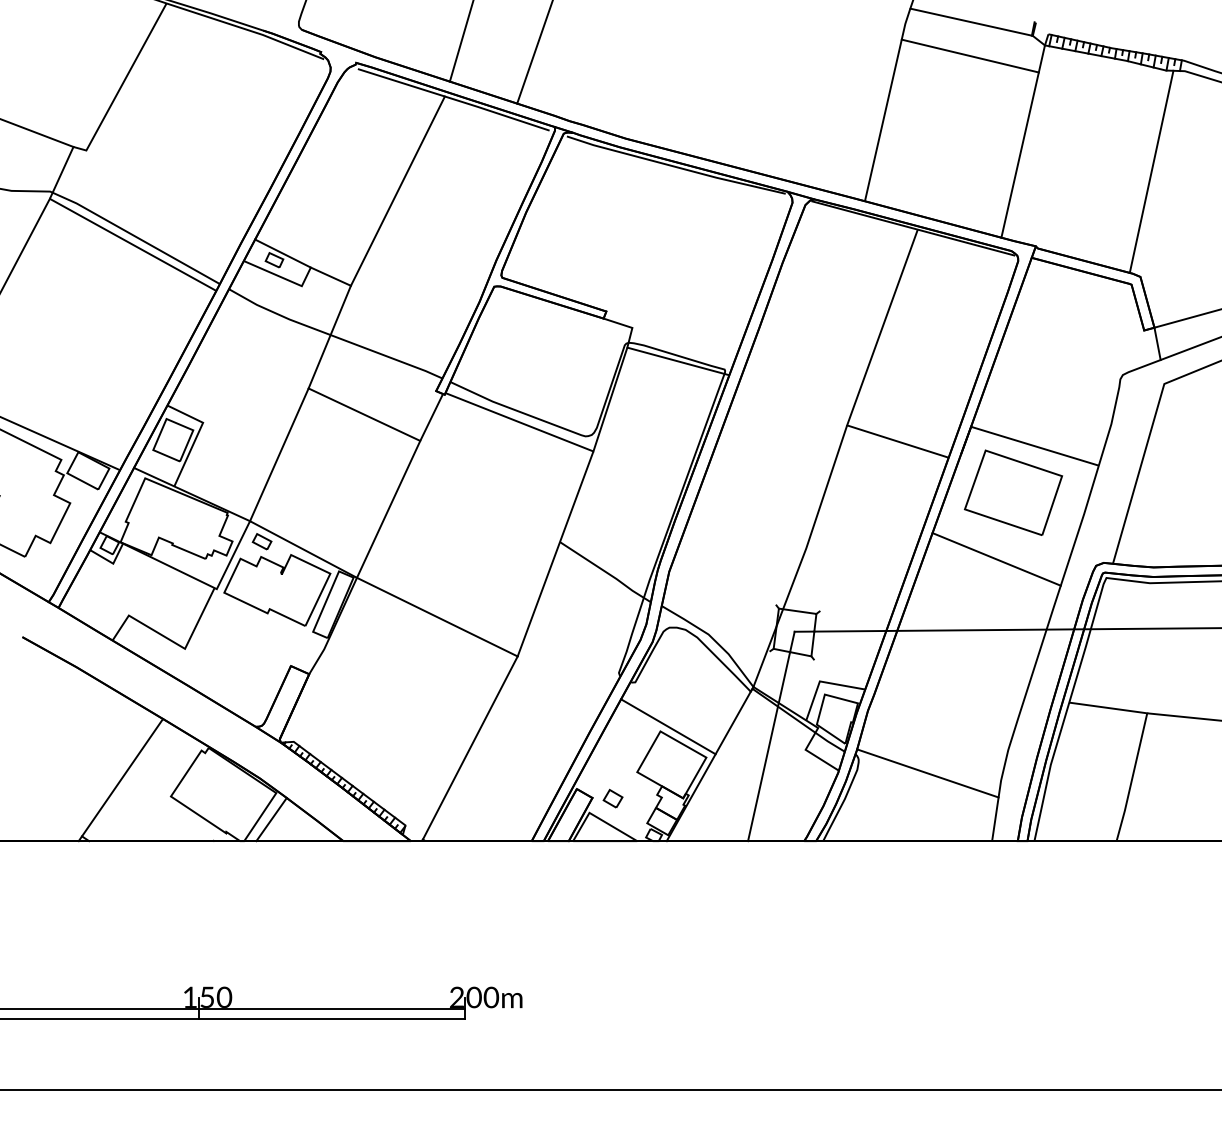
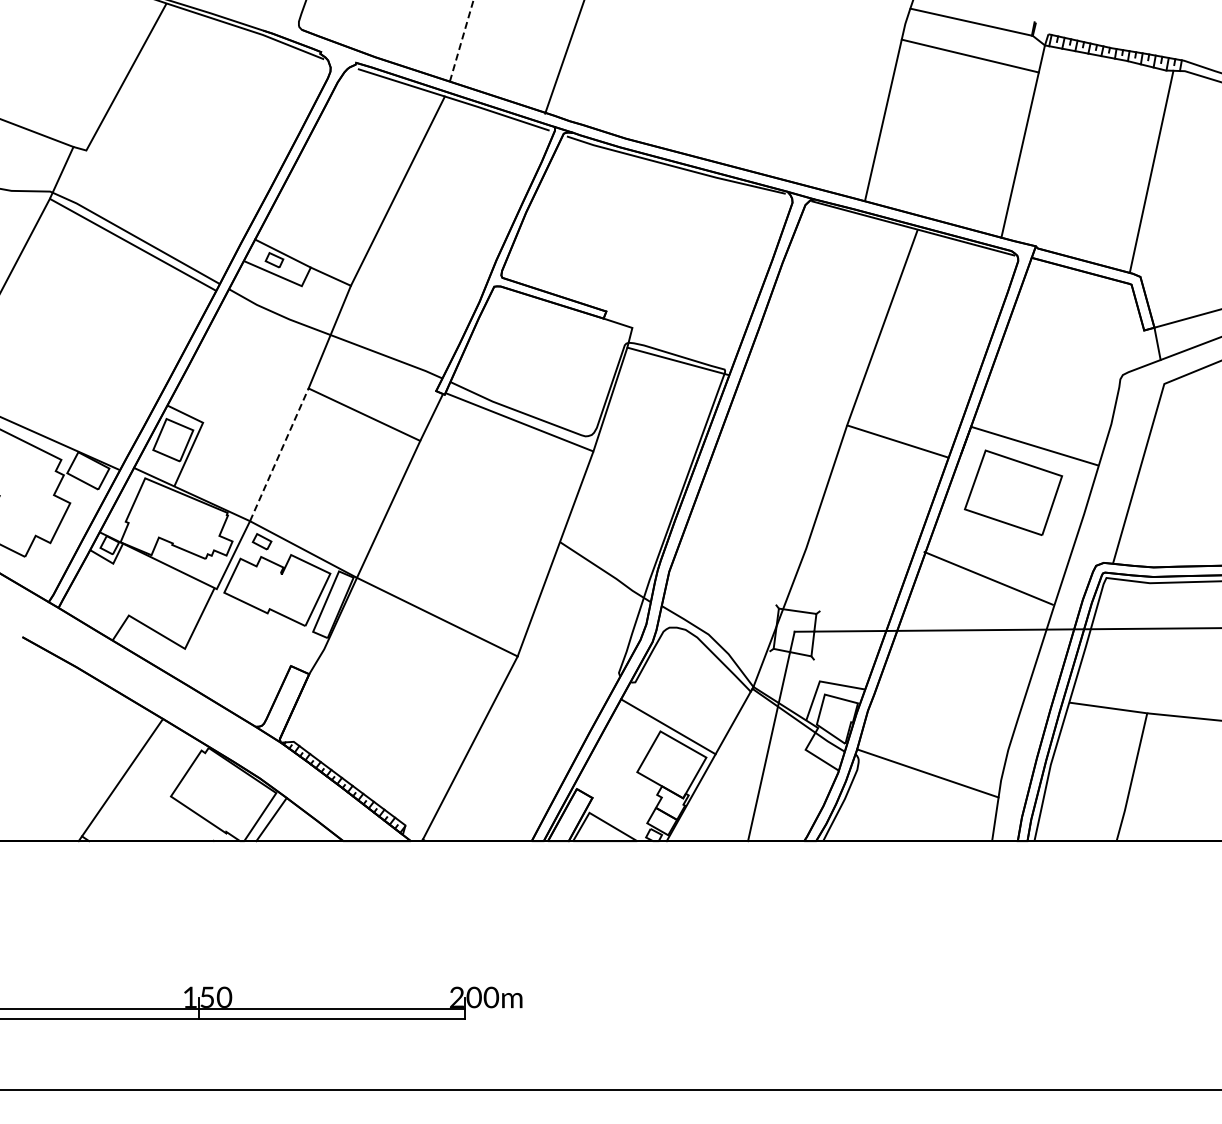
line at (461, 40): solid -> dashed
line at (534, 52) position: (534, 52) -> (564, 57)
line at (279, 454): solid -> dashed
line at (996, 559) position: (996, 559) -> (988, 578)
part at (612, 798): present -> none
